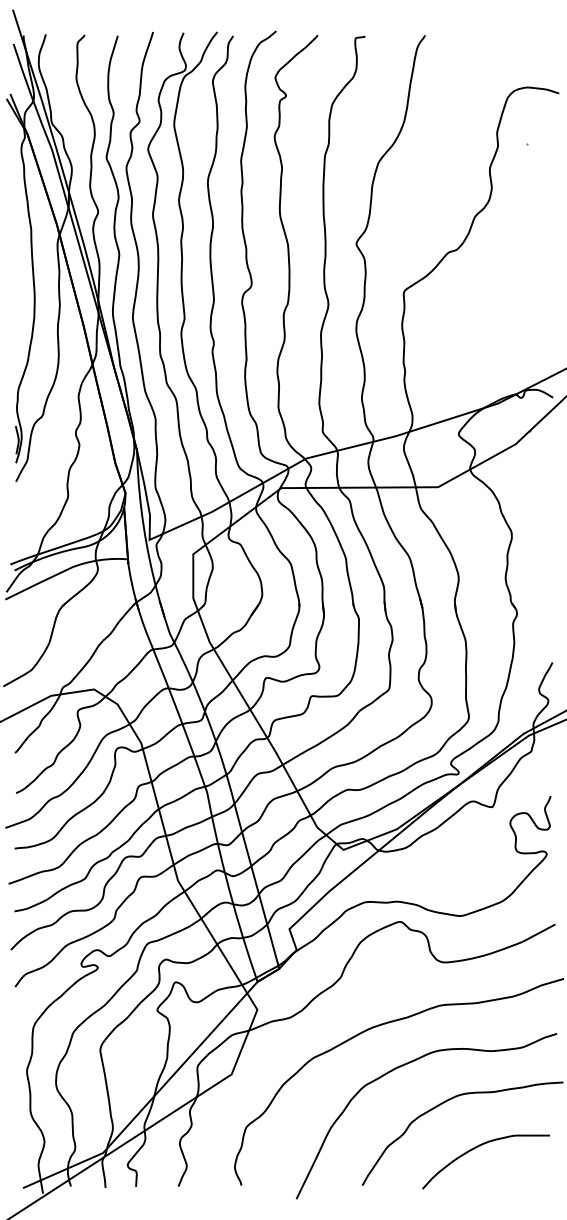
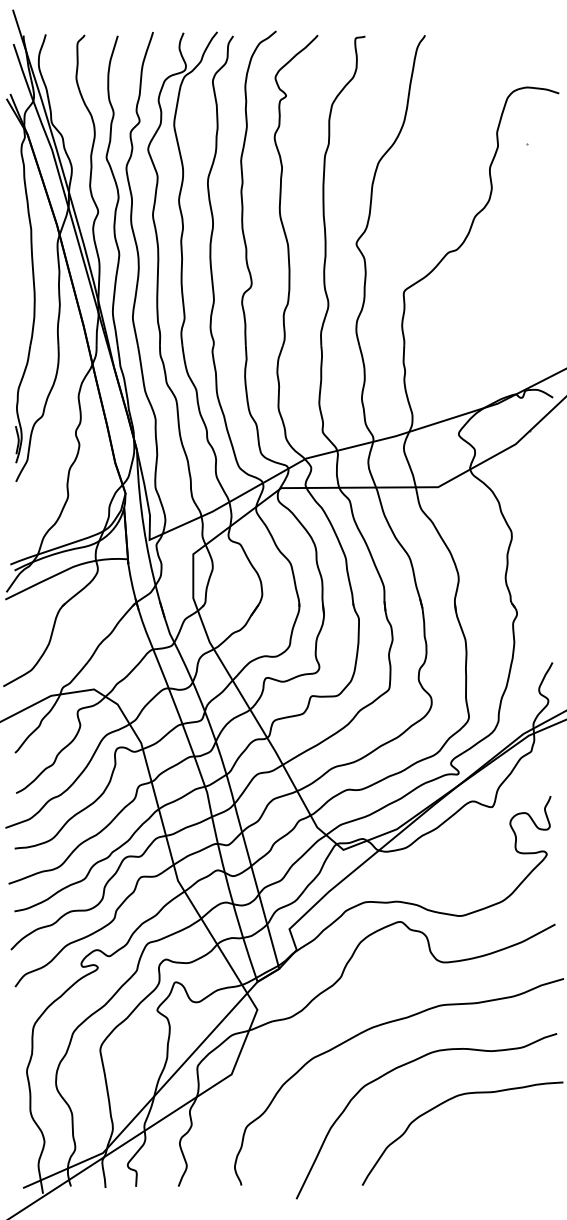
curve at (478, 1147): present -> none
